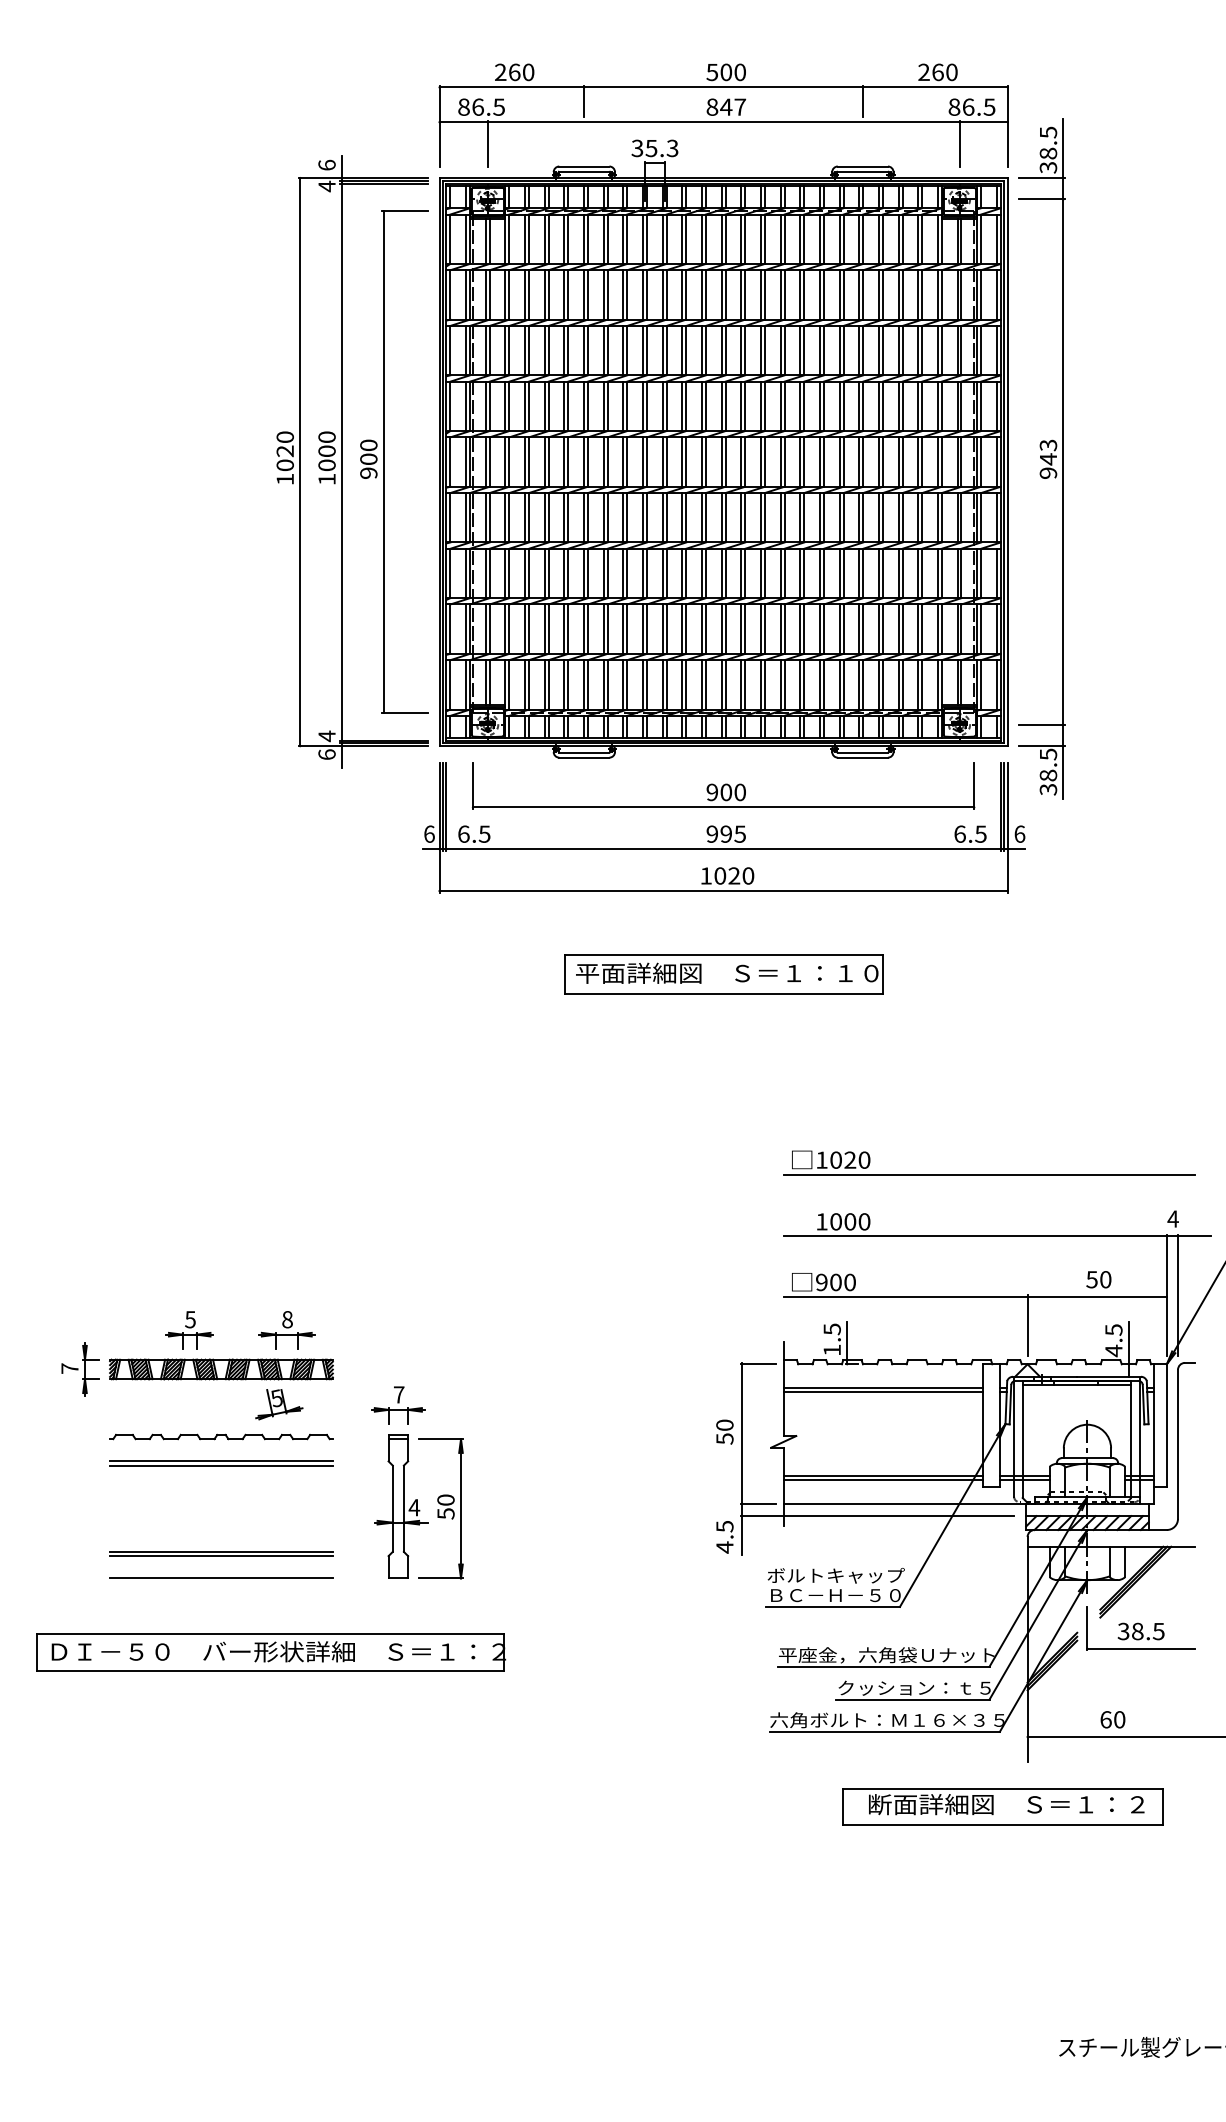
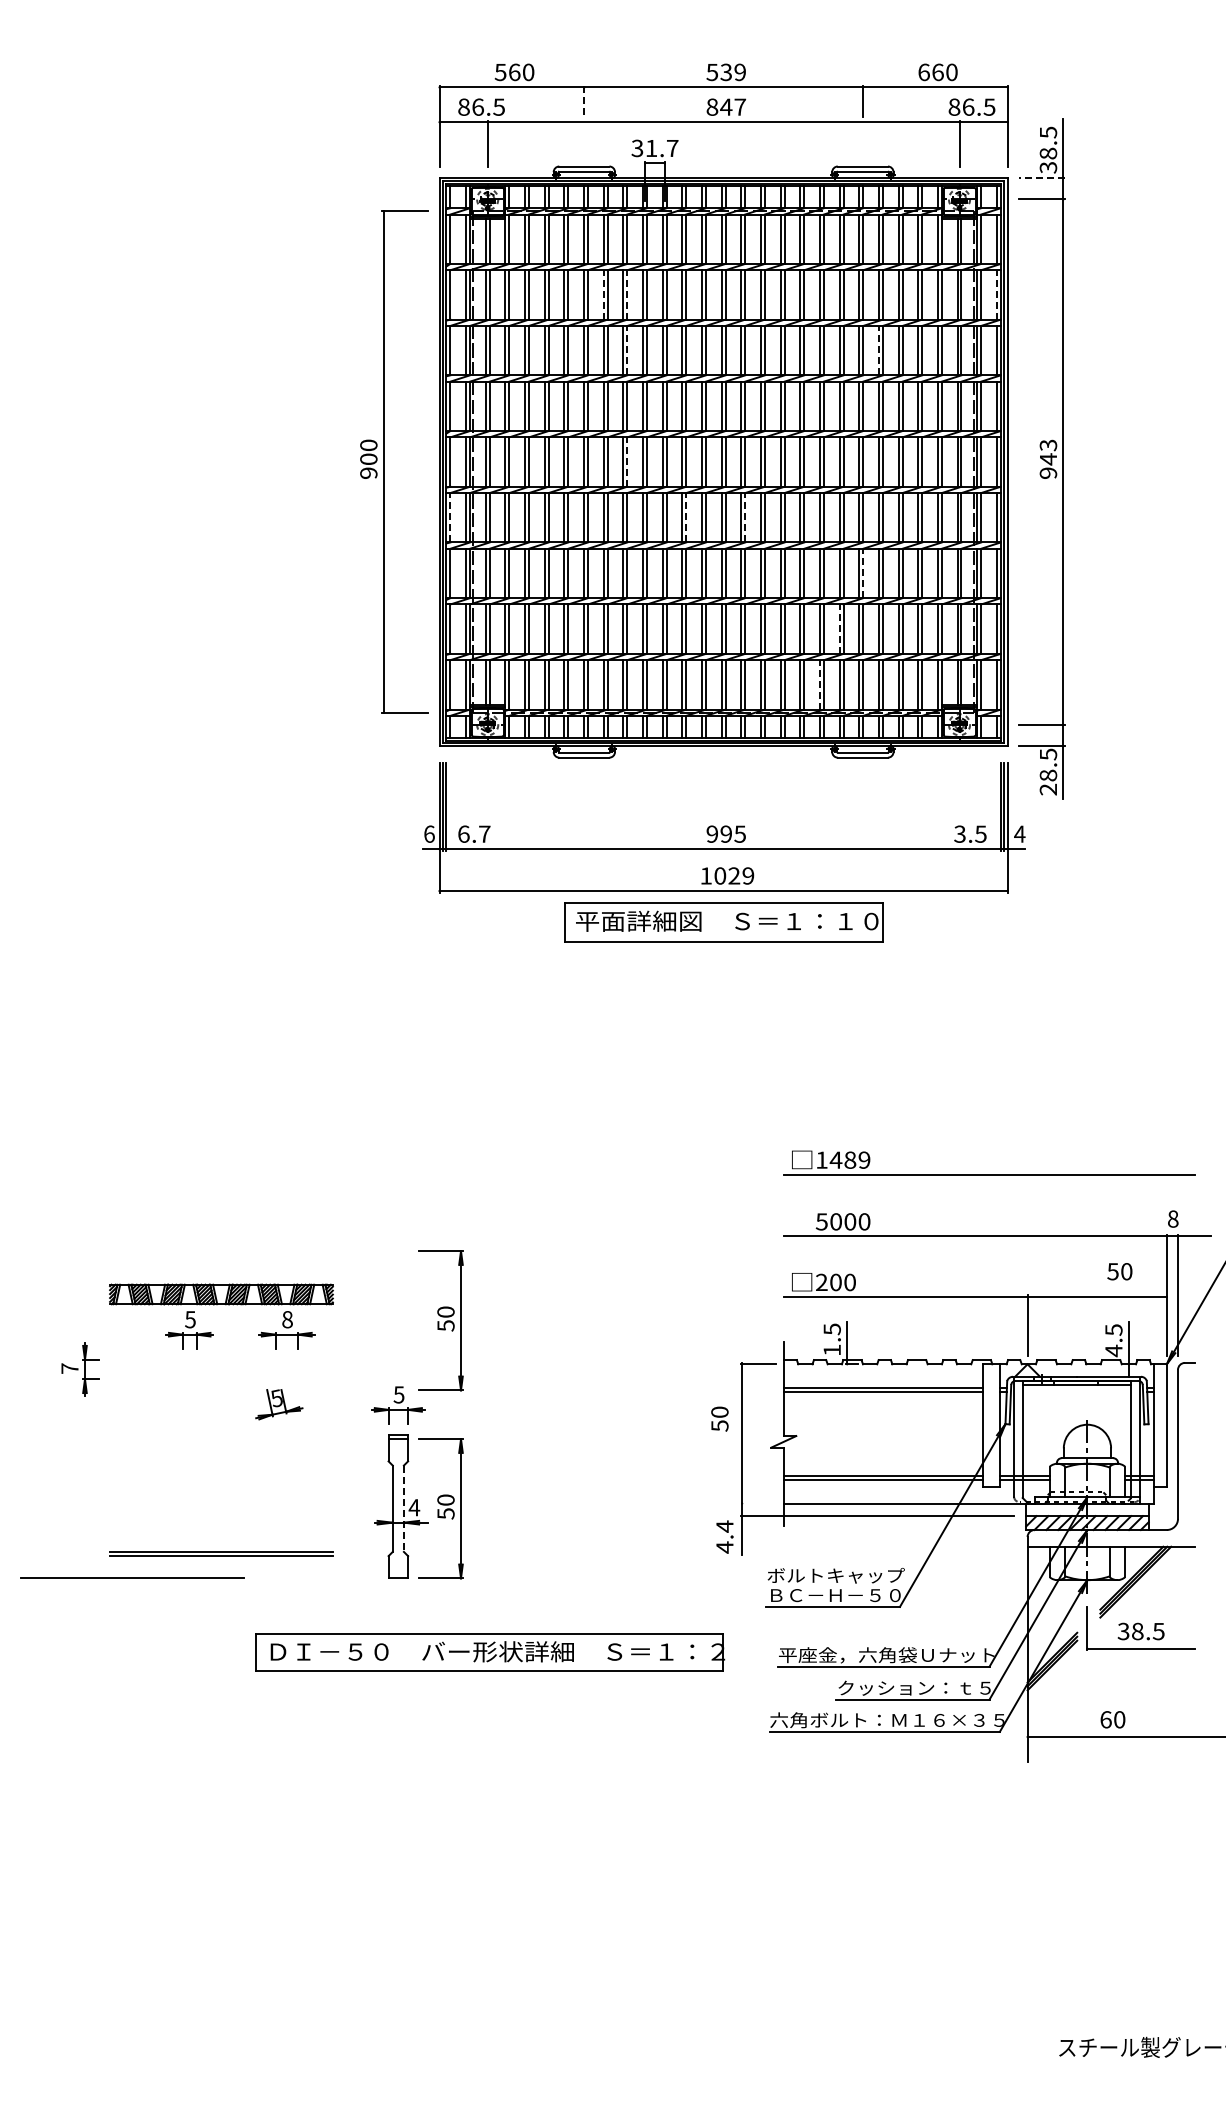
text at (500, 72): 260 -> 560
text at (732, 72): 500 -> 539
text at (923, 72): 260 -> 660
line at (584, 101): solid -> dashed
text at (661, 148): 35.3 -> 31.7
line at (1041, 178): solid -> dashed
line at (603, 294): solid -> dashed
line at (627, 294): solid -> dashed
line at (996, 294): solid -> dashed
line at (627, 350): solid -> dashed
line at (878, 350): solid -> dashed
part at (342, 461): present -> none
line at (627, 462): solid -> dashed
line at (450, 517): solid -> dashed
line at (686, 517): solid -> dashed
line at (745, 517): solid -> dashed
line at (863, 573): solid -> dashed
line at (839, 629): solid -> dashed
line at (819, 684): solid -> dashed
part at (723, 785): present -> none
text at (1048, 789): 38.5 -> 28.5
text at (484, 833): 6.5 -> 6.7
text at (959, 833): 6.5 -> 3.5
text at (1019, 833): 6 -> 4
text at (748, 875): 1020 -> 1029
part at (723, 974) position: (723, 974) -> (723, 922)
text at (849, 1159): 1020 -> 1489
text at (1172, 1218): 4 -> 8
text at (821, 1221): 1000 -> 5000
text at (1098, 1279) position: (1098, 1279) -> (1119, 1271)
text at (821, 1282): 900 -> 200
part at (440, 1320): none -> present
part at (221, 1369) position: (221, 1369) -> (221, 1294)
text at (398, 1394): 7 -> 5
text at (724, 1431) position: (724, 1431) -> (719, 1418)
part at (221, 1436): present -> none
part at (221, 1463): present -> none
line at (757, 1503): present -> none
line at (403, 1509): solid -> dashed
text at (724, 1526): 4.5 -> 4.4
line at (221, 1577) position: (221, 1577) -> (132, 1577)
part at (271, 1652) position: (271, 1652) -> (490, 1652)
part at (1002, 1806): present -> none
